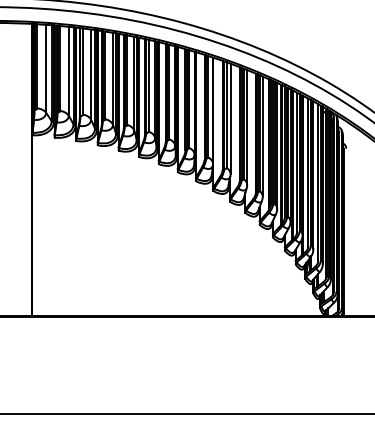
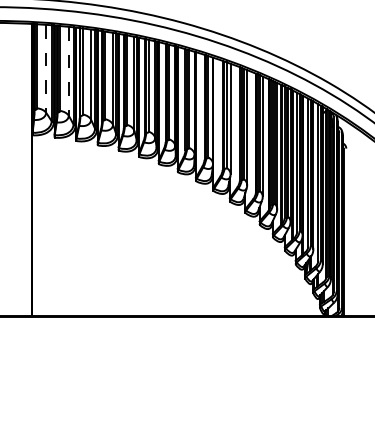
line at (46, 68): solid -> dashed
line at (68, 71): solid -> dashed
line at (186, 414): present -> none
